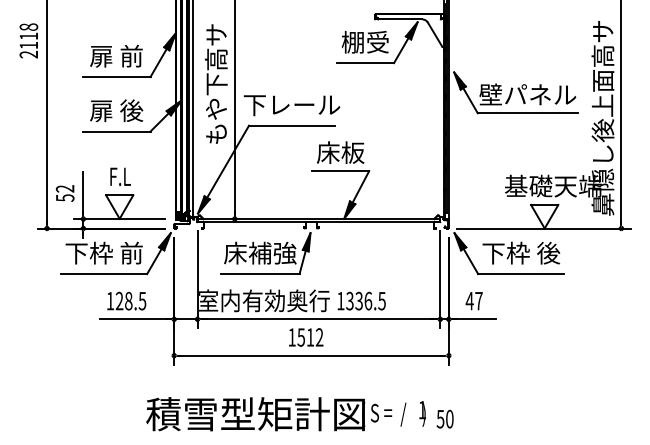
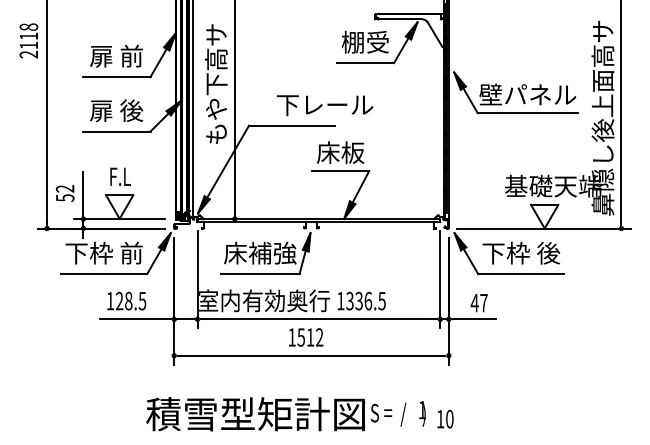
text at (291, 105) position: (291, 105) -> (324, 105)
text at (473, 301) position: (473, 301) -> (478, 303)
text at (440, 419): 50 -> 10
